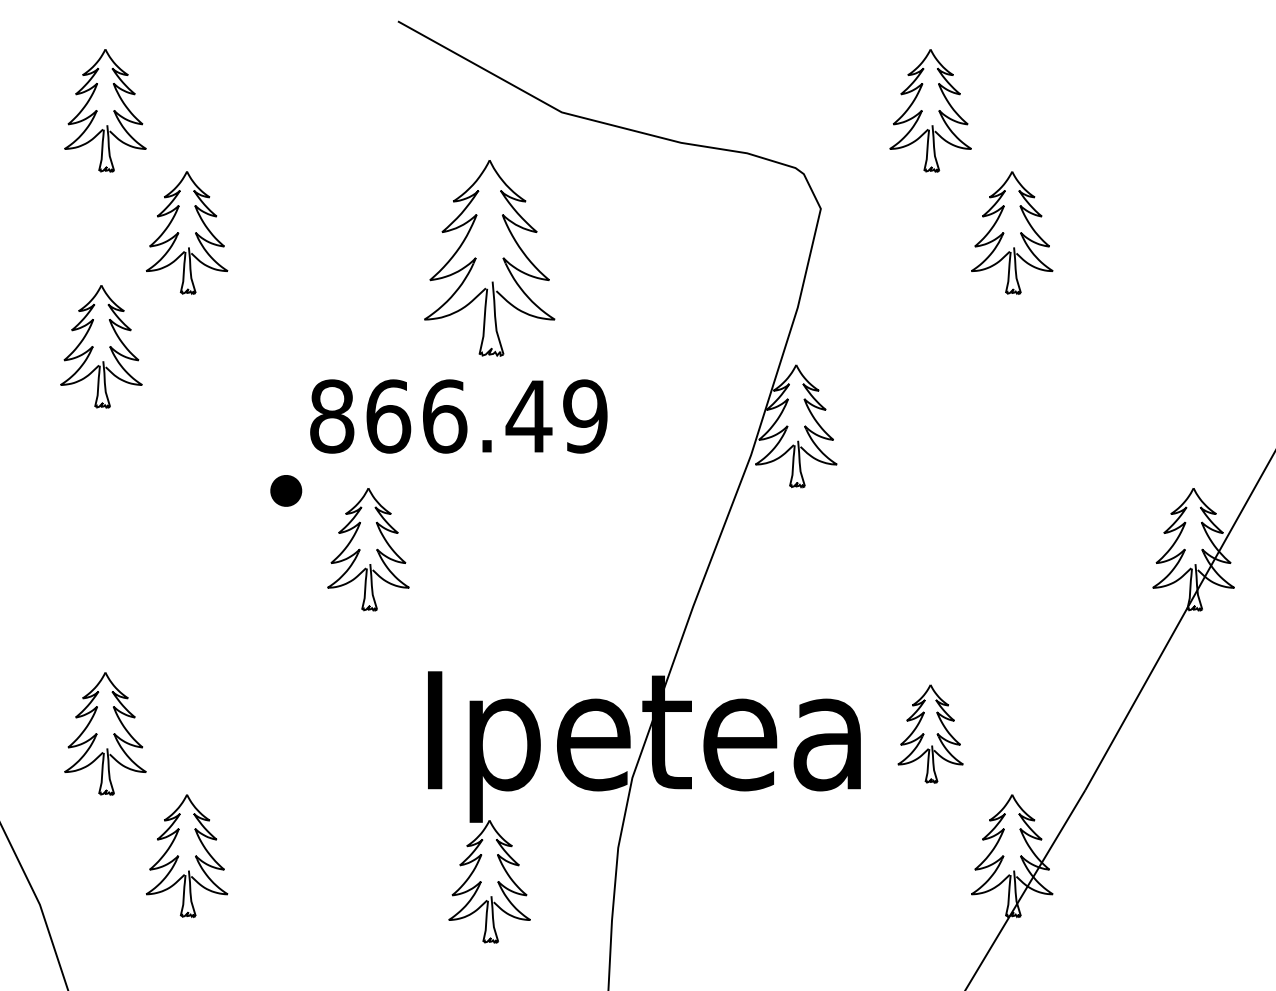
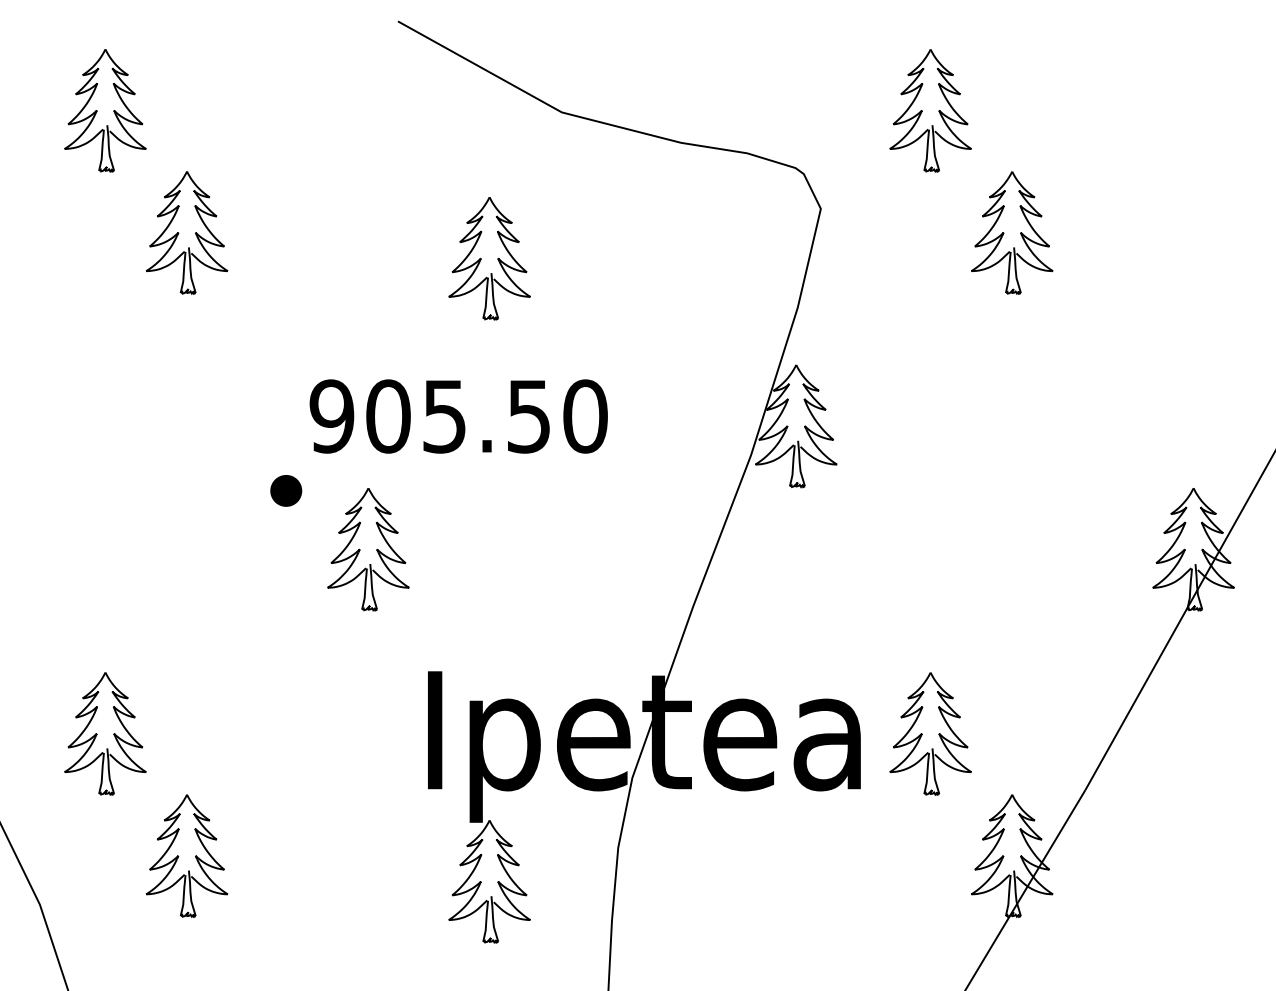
part at (489, 258) size: 132x197 px -> 83x124 px
part at (101, 346): present -> none
text at (458, 416): 866.49 -> 905.50
part at (930, 733) size: 67x100 px -> 83x124 px
